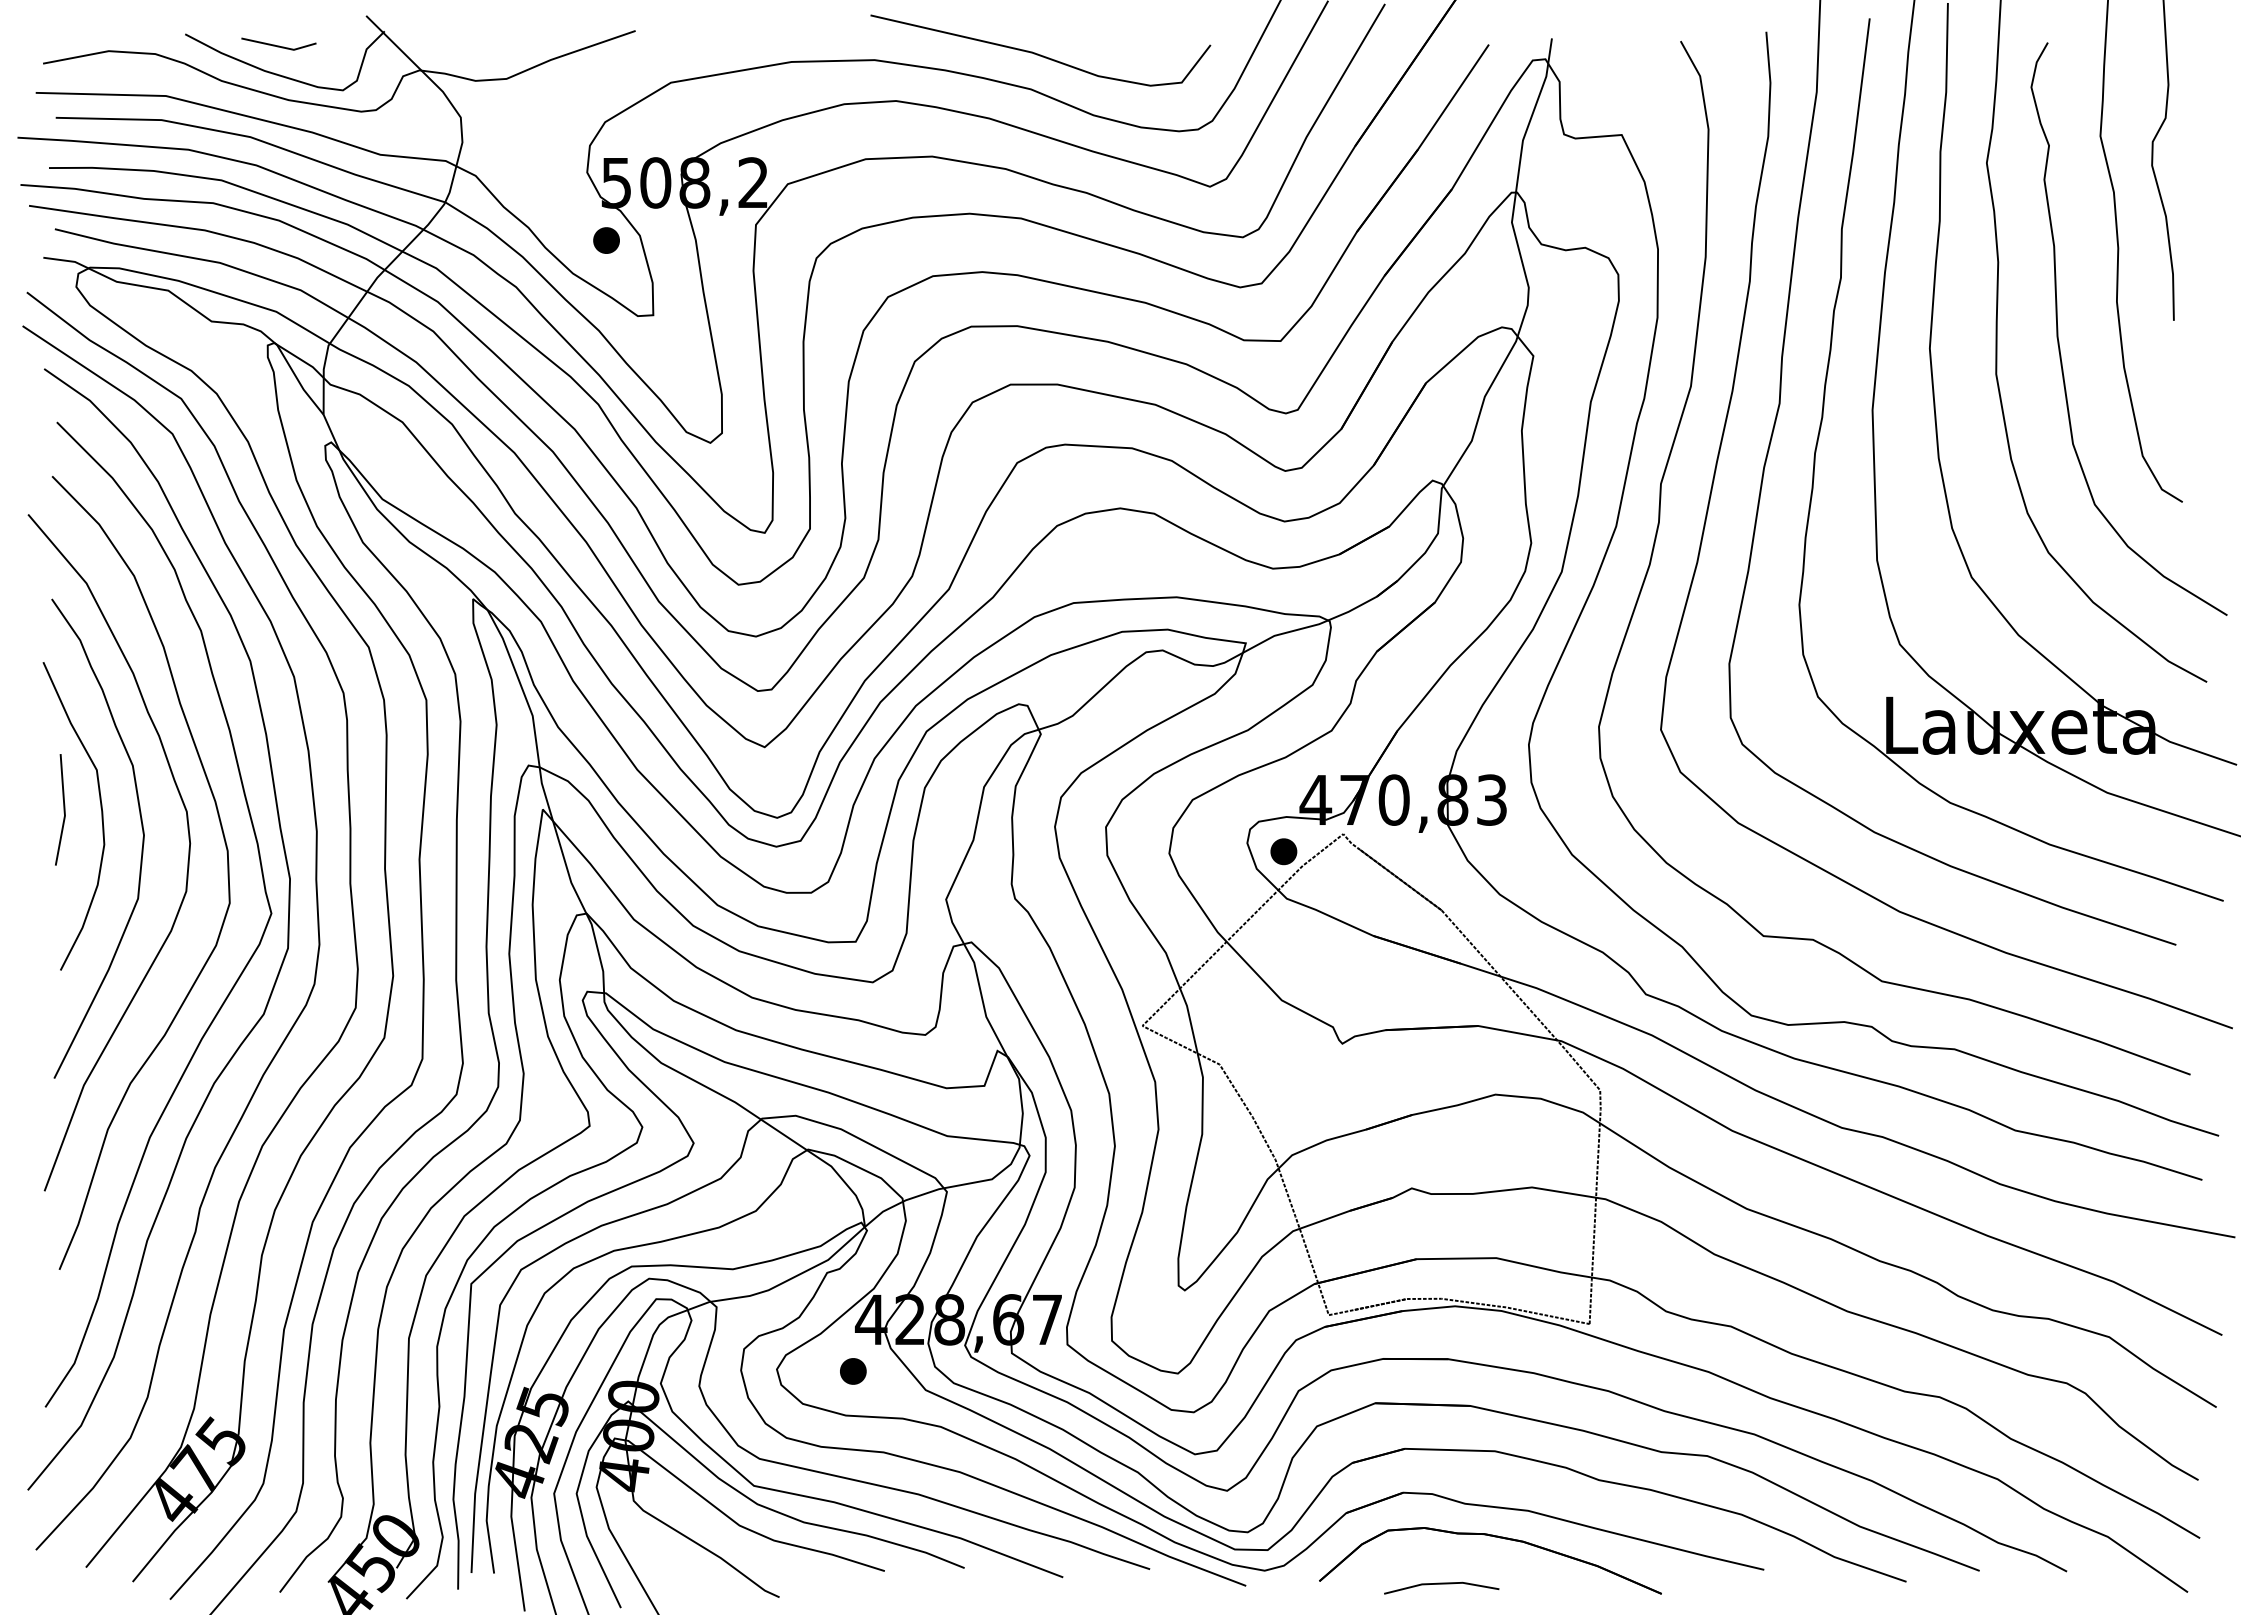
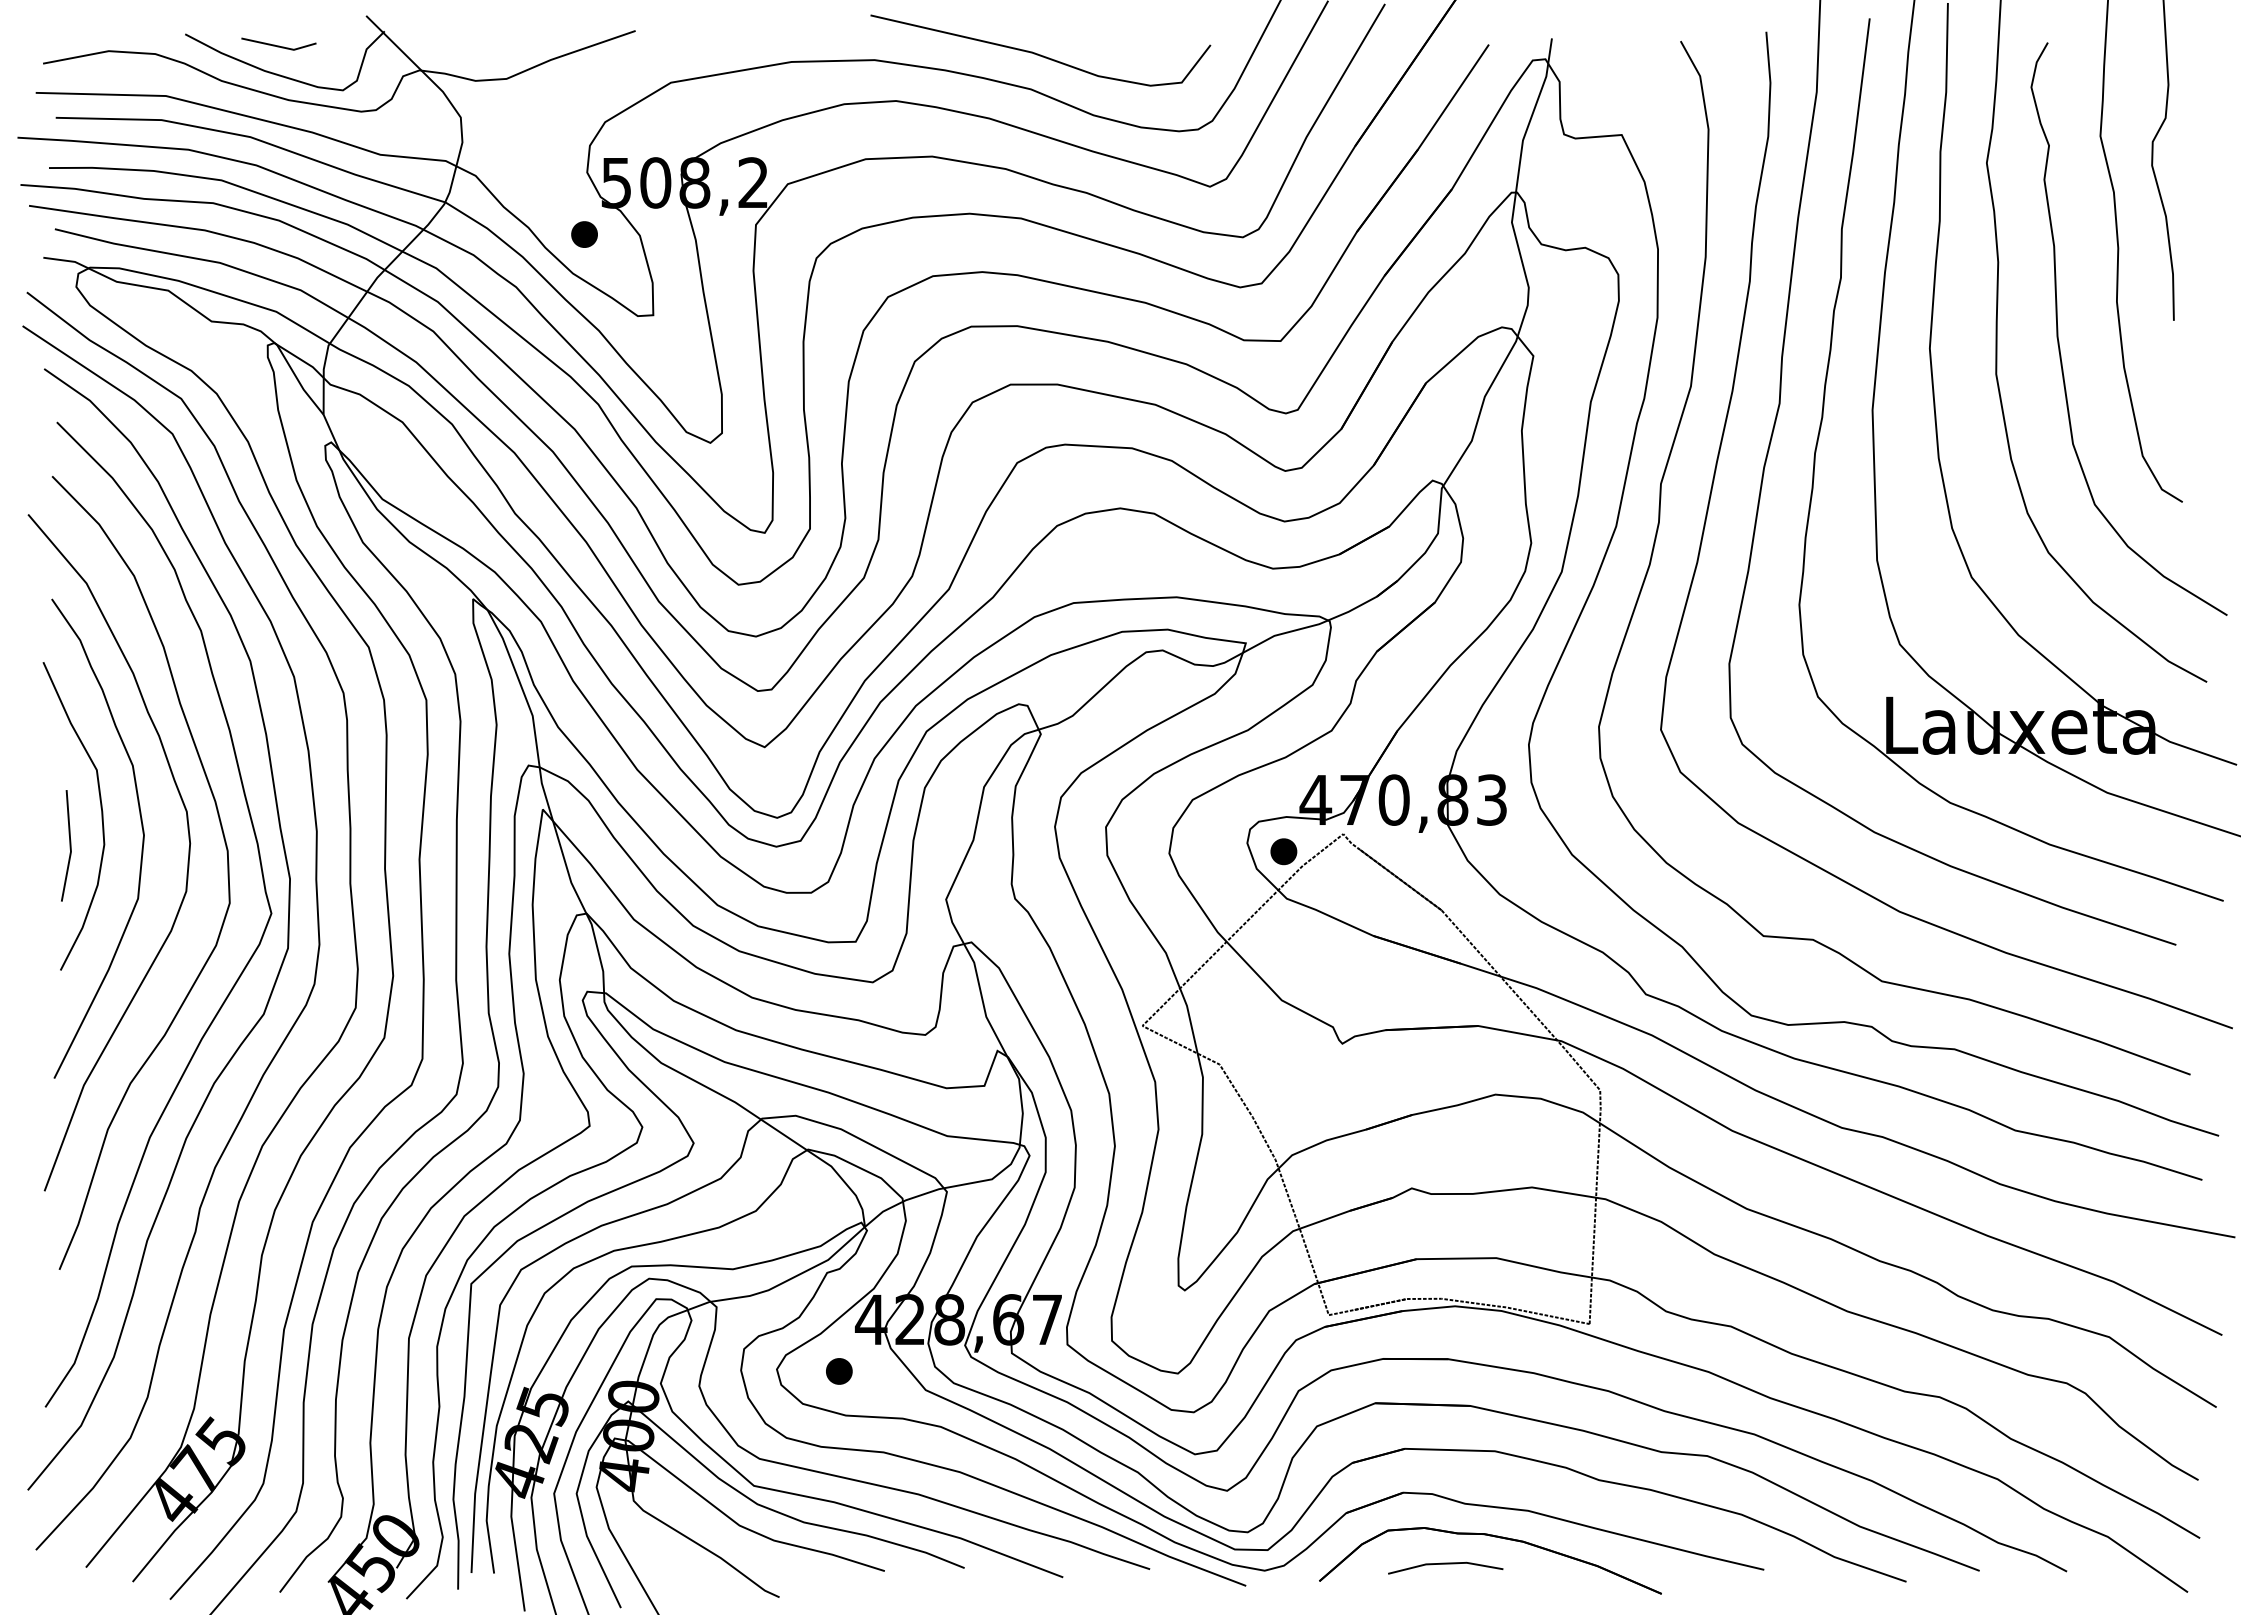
part at (606, 240) position: (606, 240) -> (584, 234)
line at (63, 809) position: (63, 809) -> (69, 845)
part at (853, 1371) position: (853, 1371) -> (839, 1371)
part at (1441, 1587) position: (1441, 1587) -> (1445, 1567)
